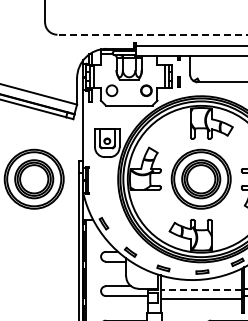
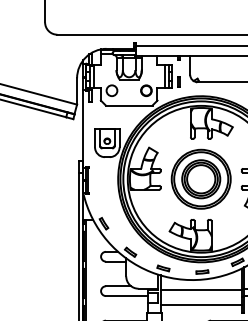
line at (152, 34): dashed -> solid
part at (33, 178): present -> none
line at (201, 289): dashed -> solid
line at (200, 298) position: (200, 298) -> (200, 304)
